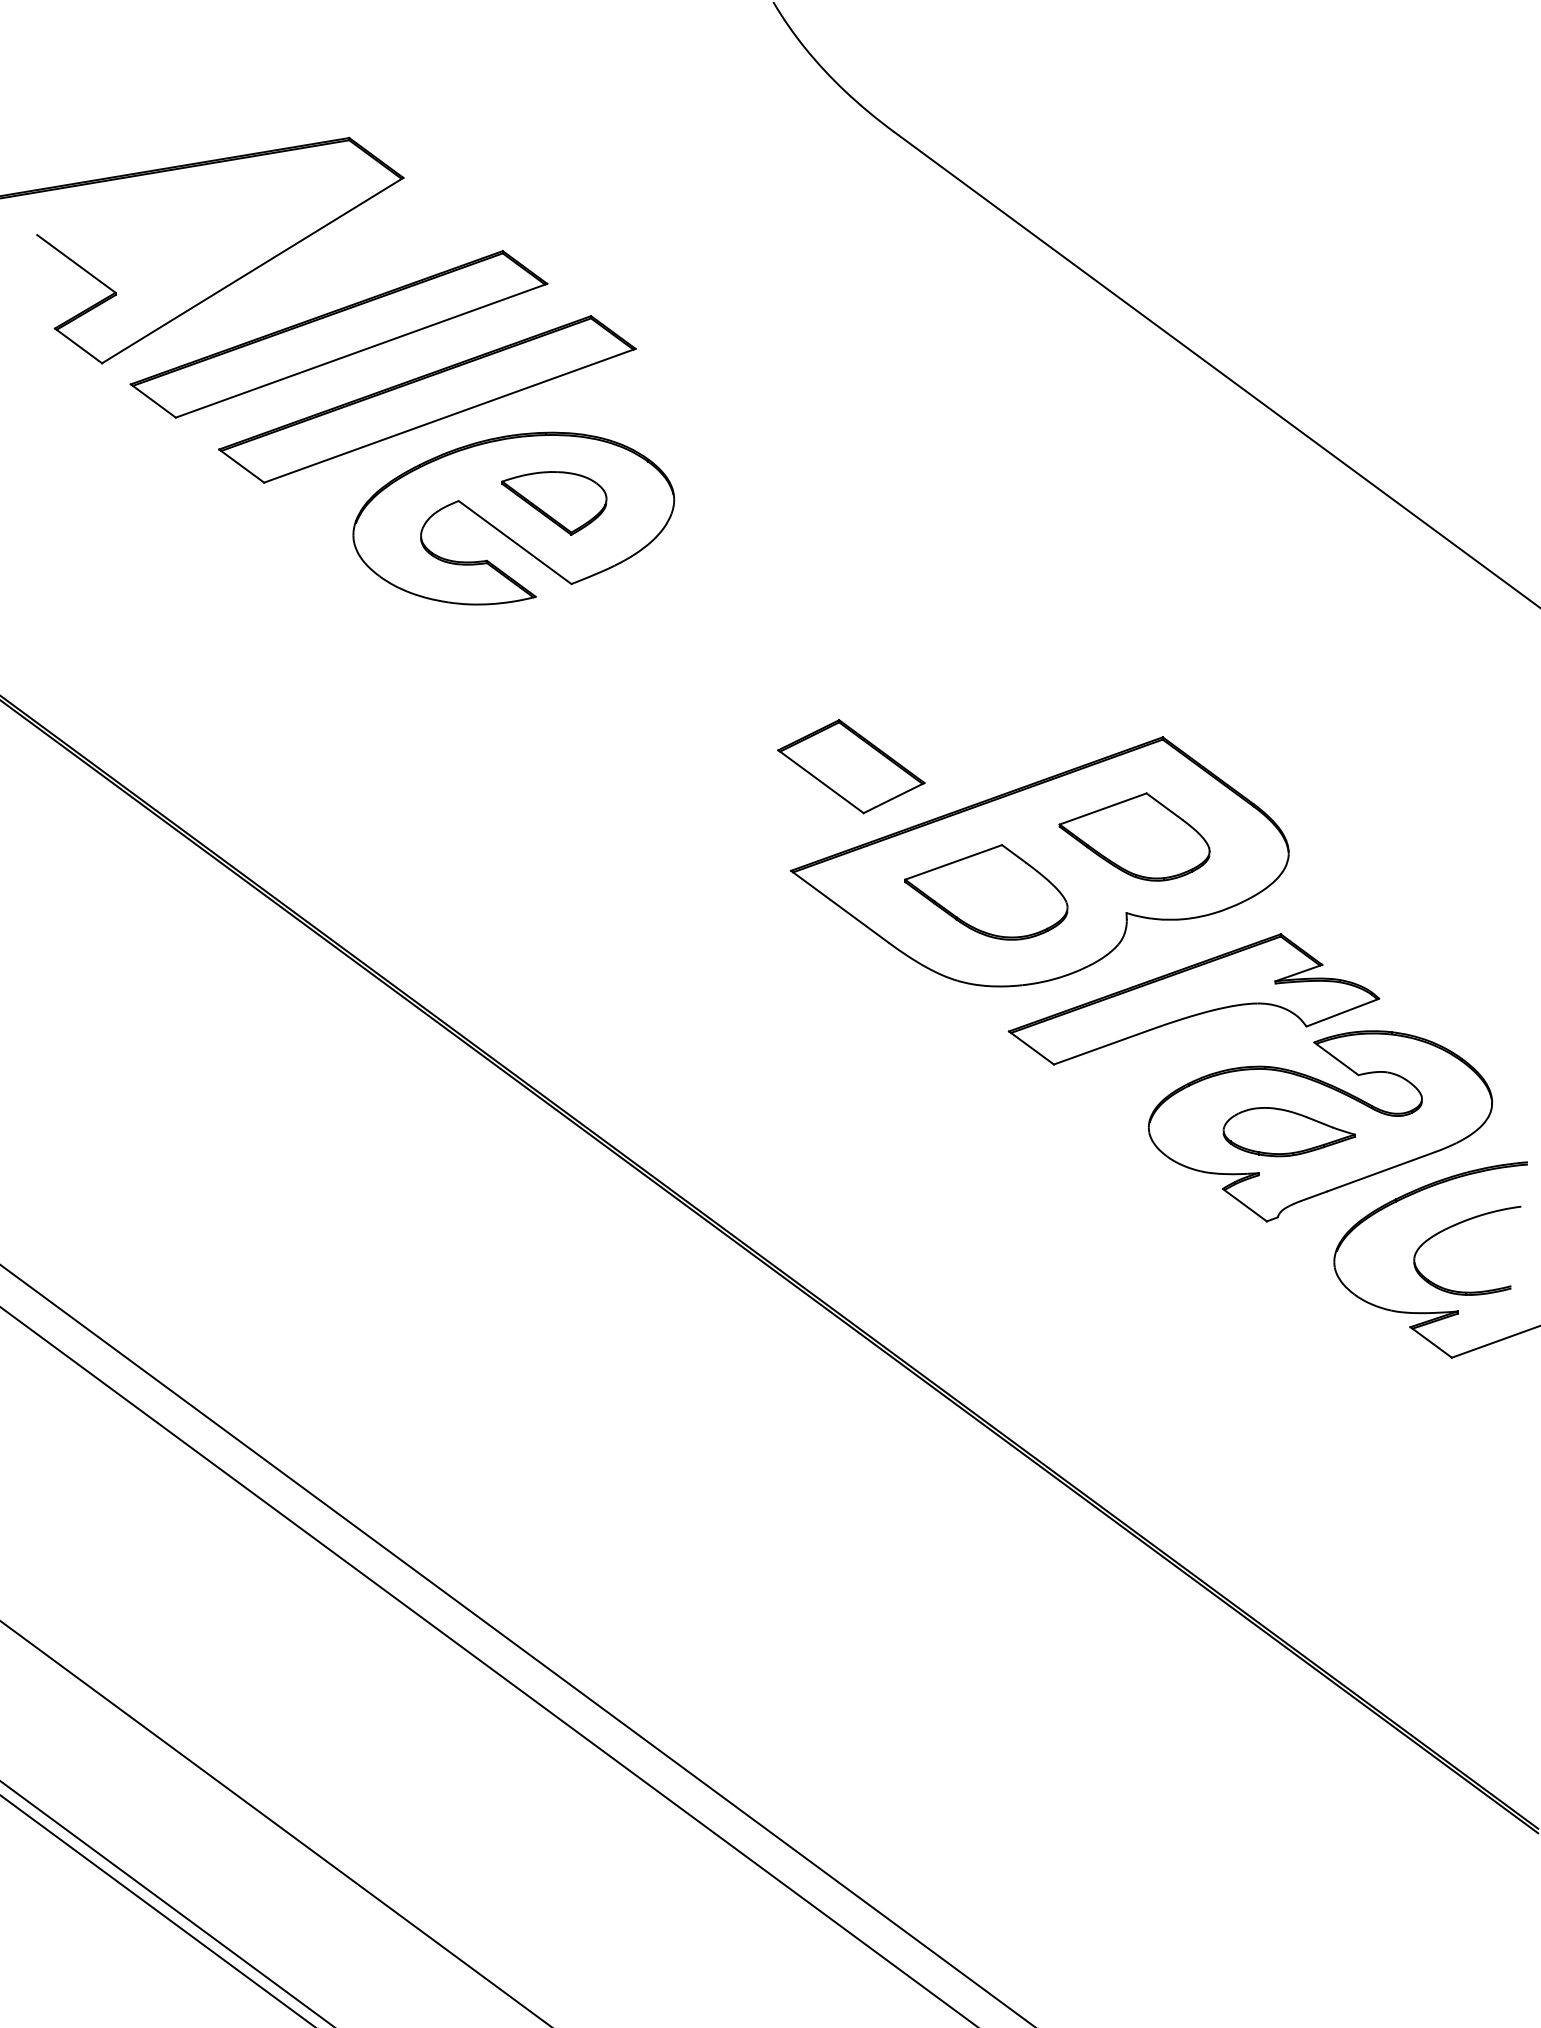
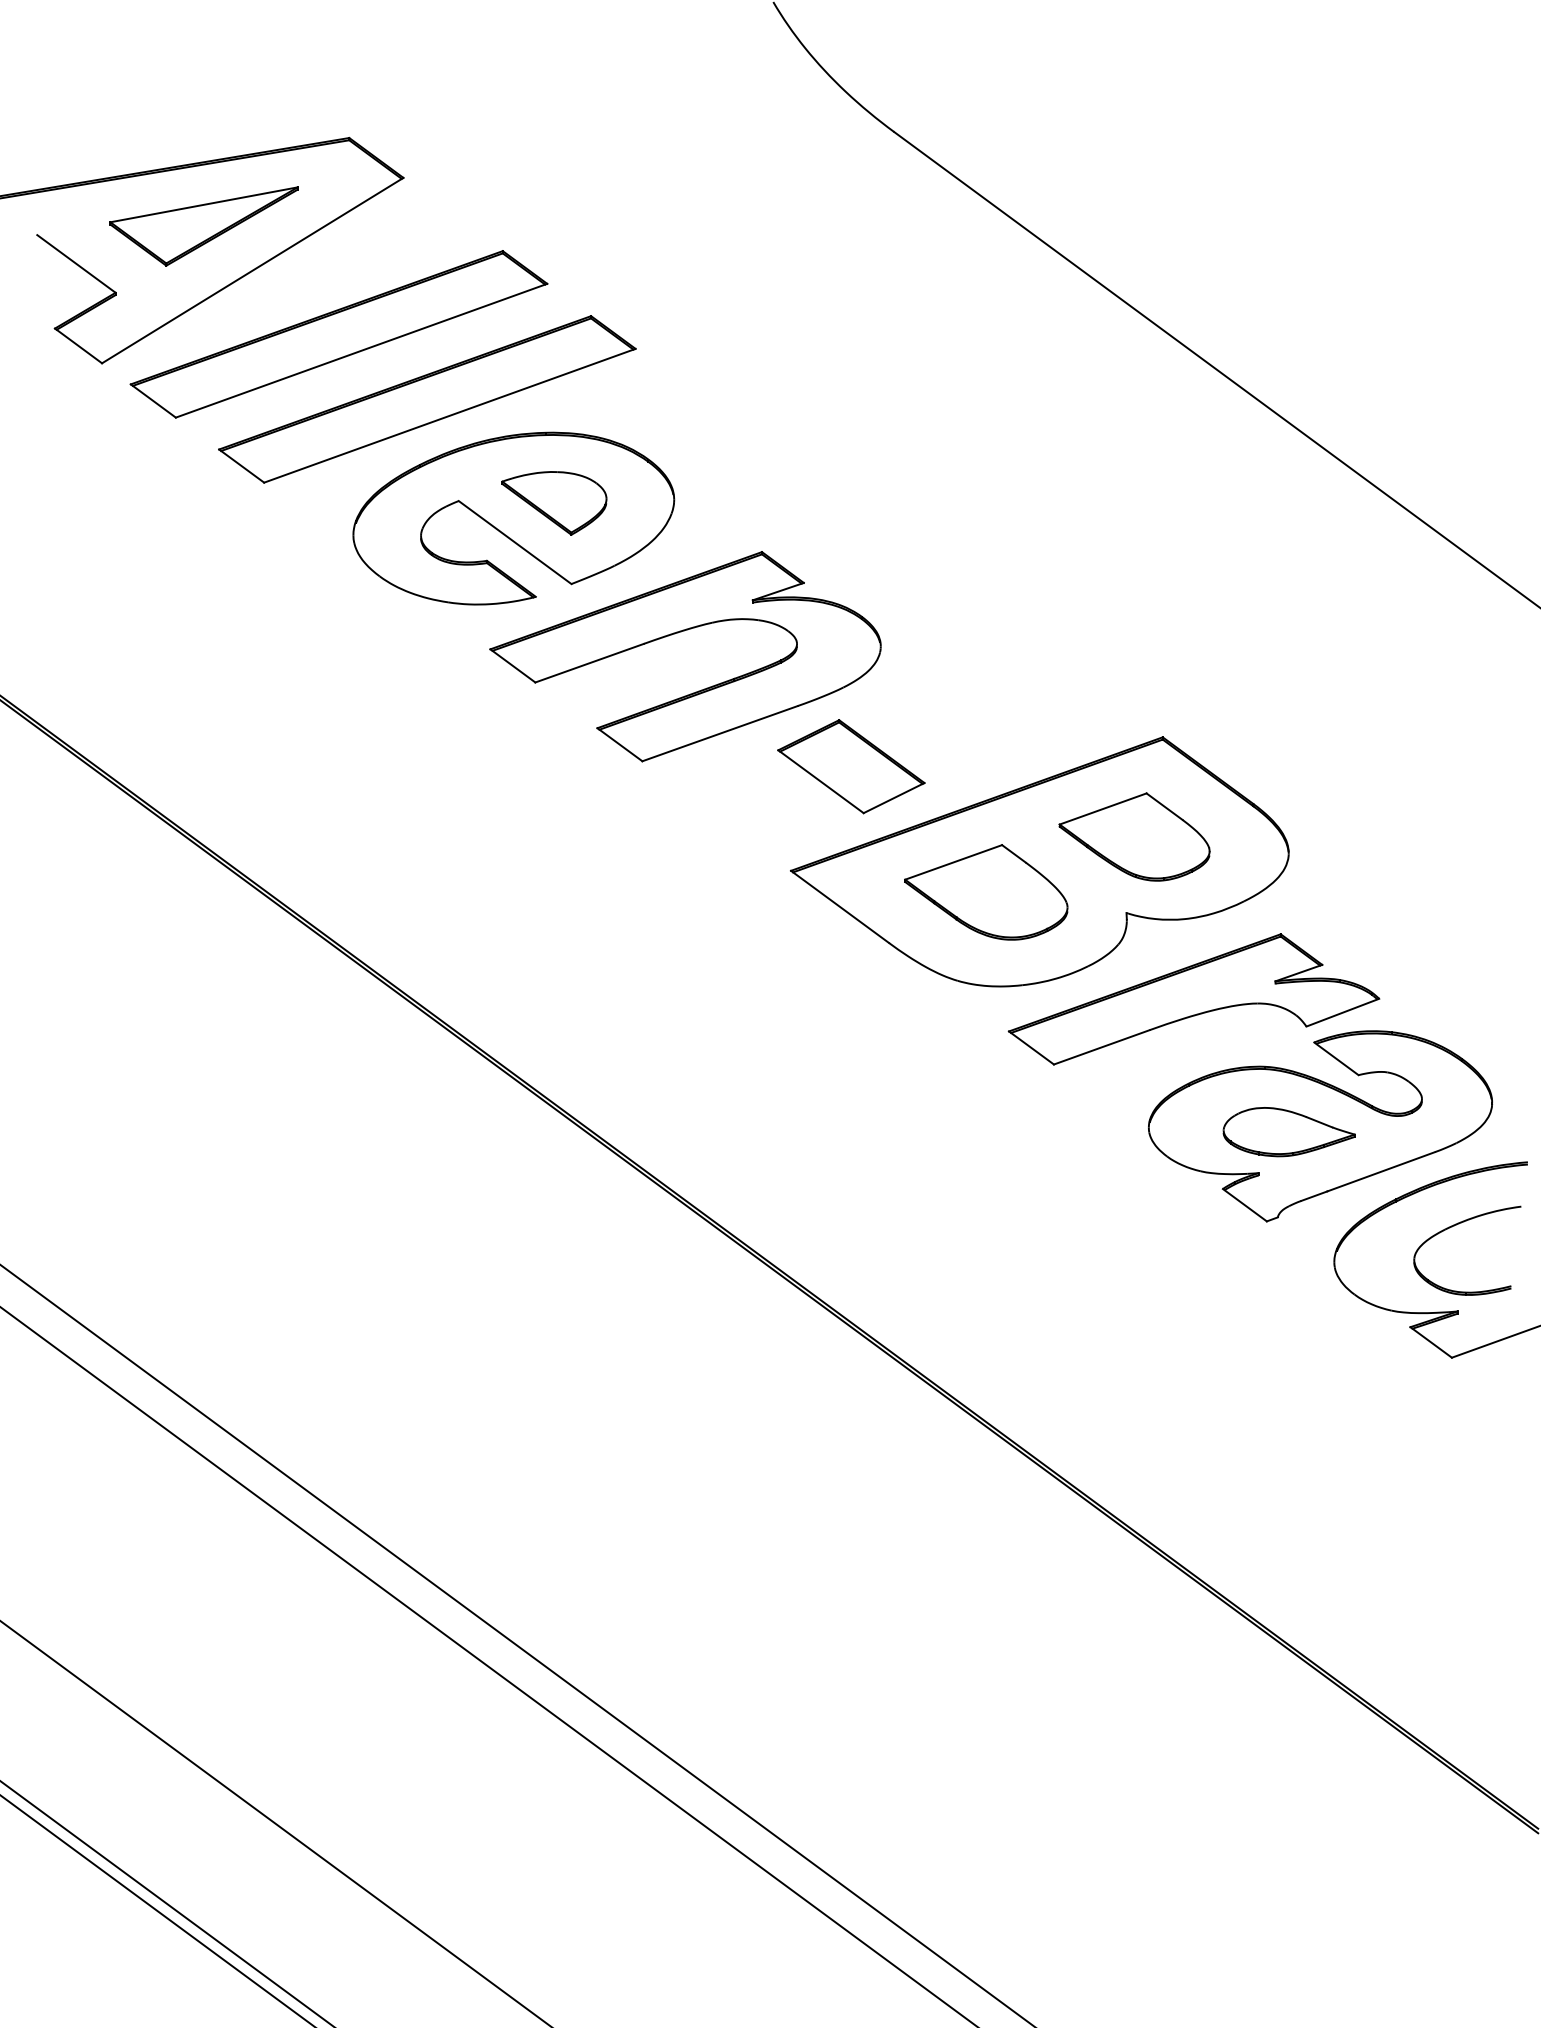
part at (203, 226): none -> present
part at (678, 633): none -> present
